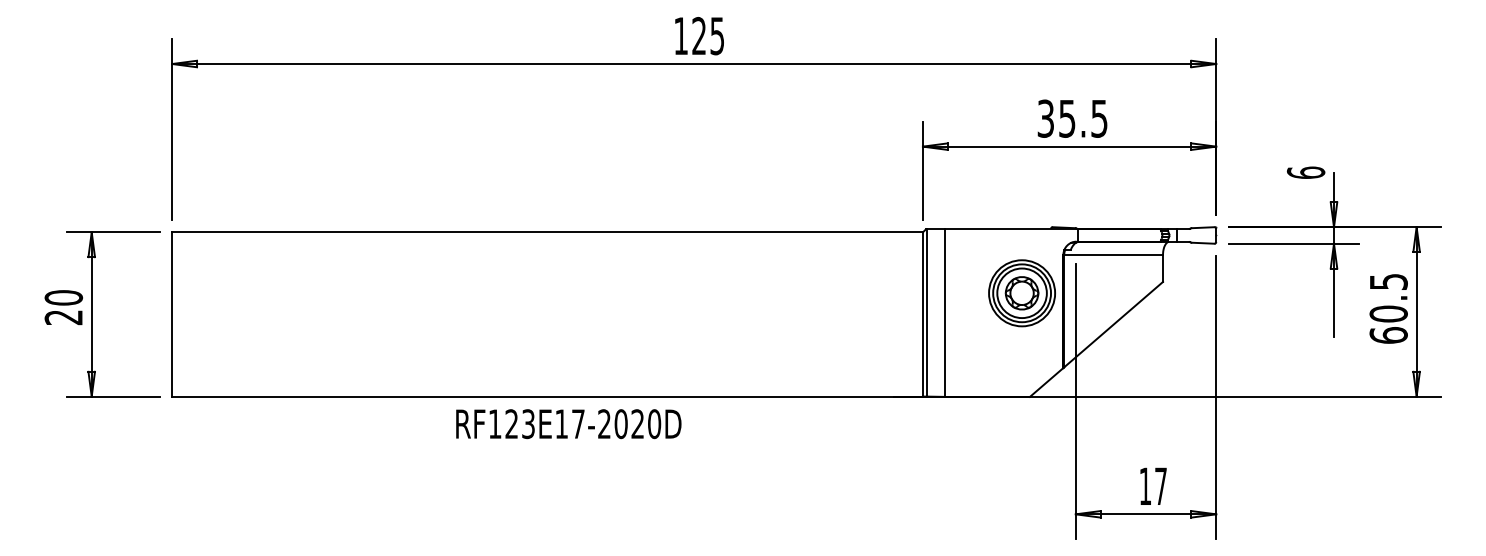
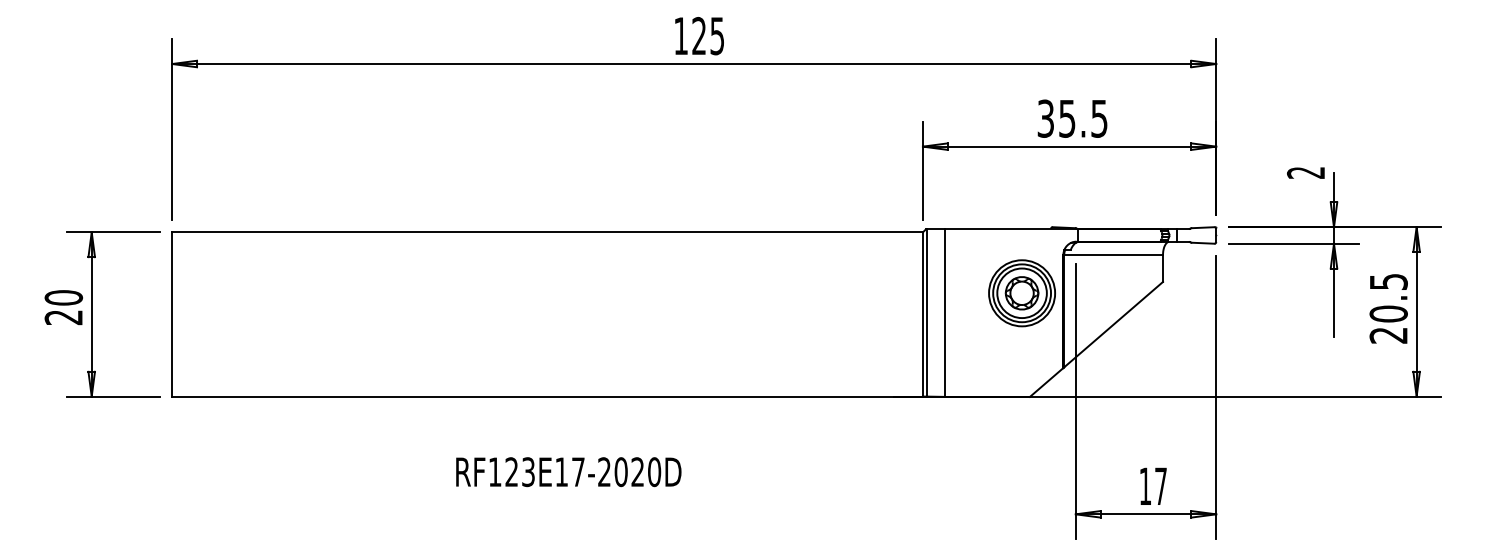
text at (1305, 172): 6 -> 2
text at (1388, 335): 60.5 -> 20.5
text at (568, 424) position: (568, 424) -> (568, 472)
